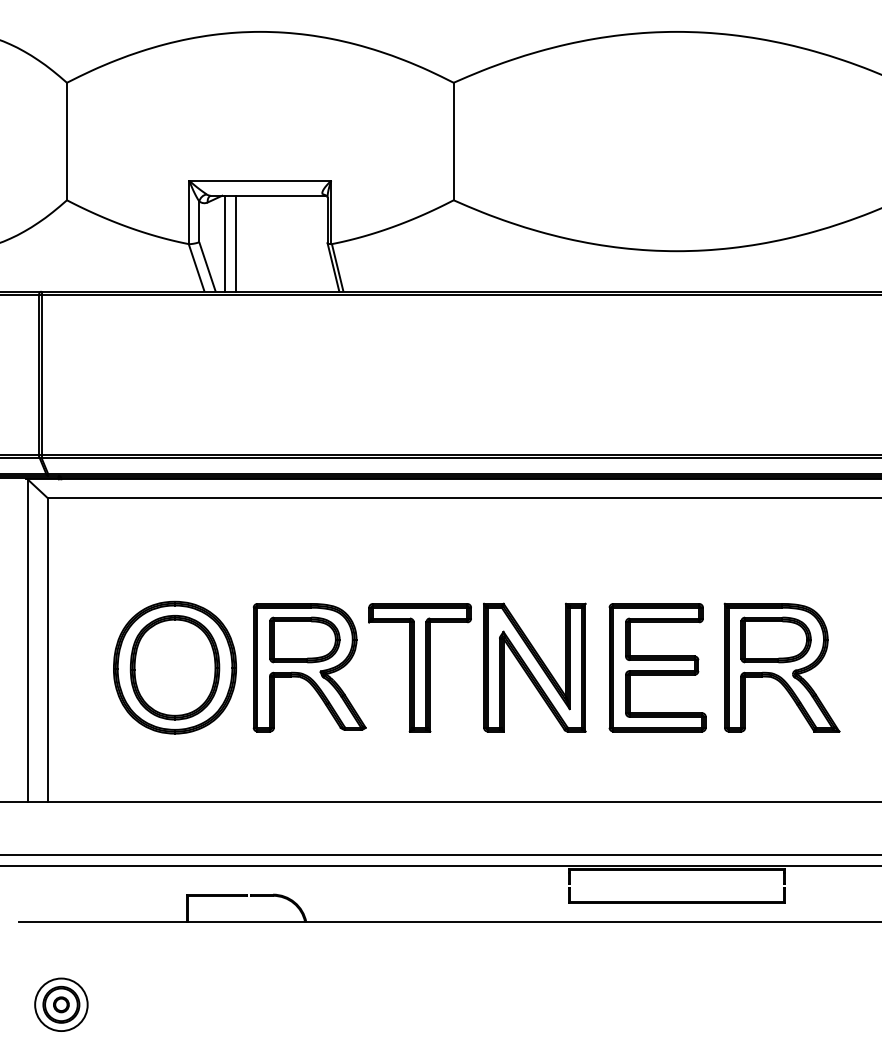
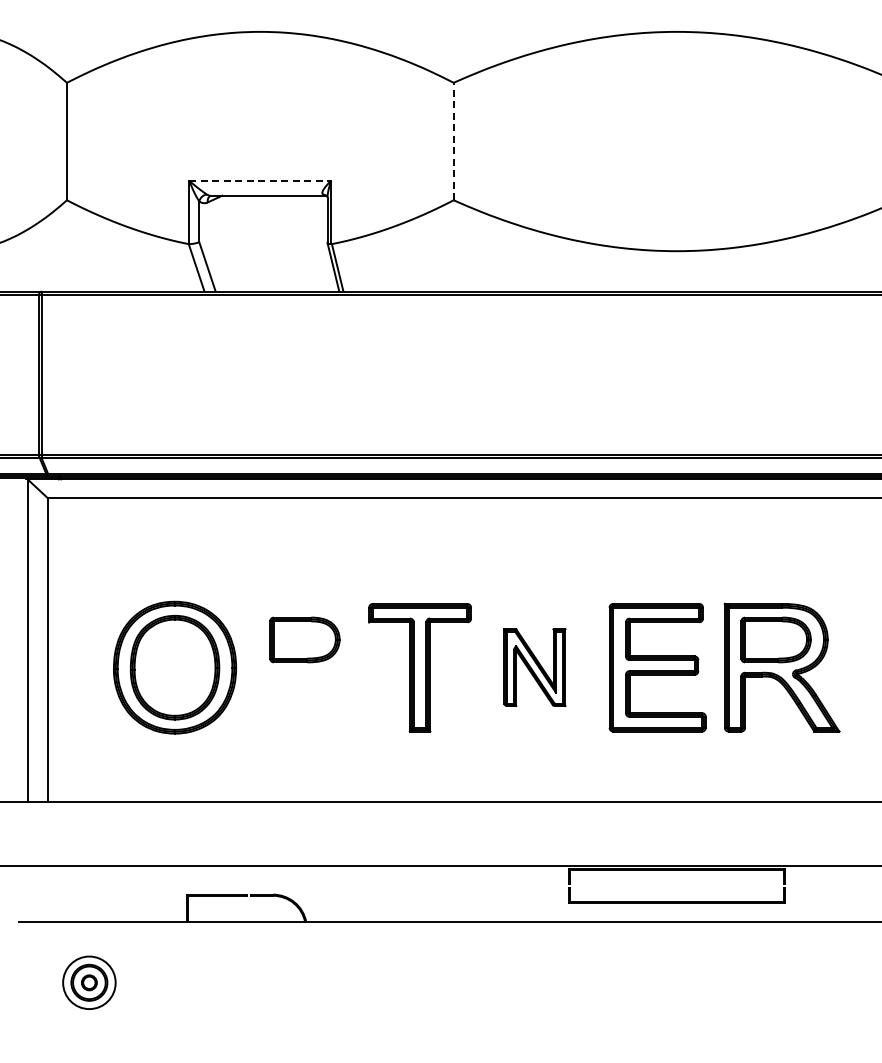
line at (453, 141): solid -> dashed
line at (260, 180): solid -> dashed
line at (225, 243): present -> none
line at (235, 243): present -> none
part at (309, 667): present -> none
part at (534, 667) size: 104x131 px -> 64x79 px
line at (440, 854): present -> none
part at (61, 1004) position: (61, 1004) -> (89, 982)
